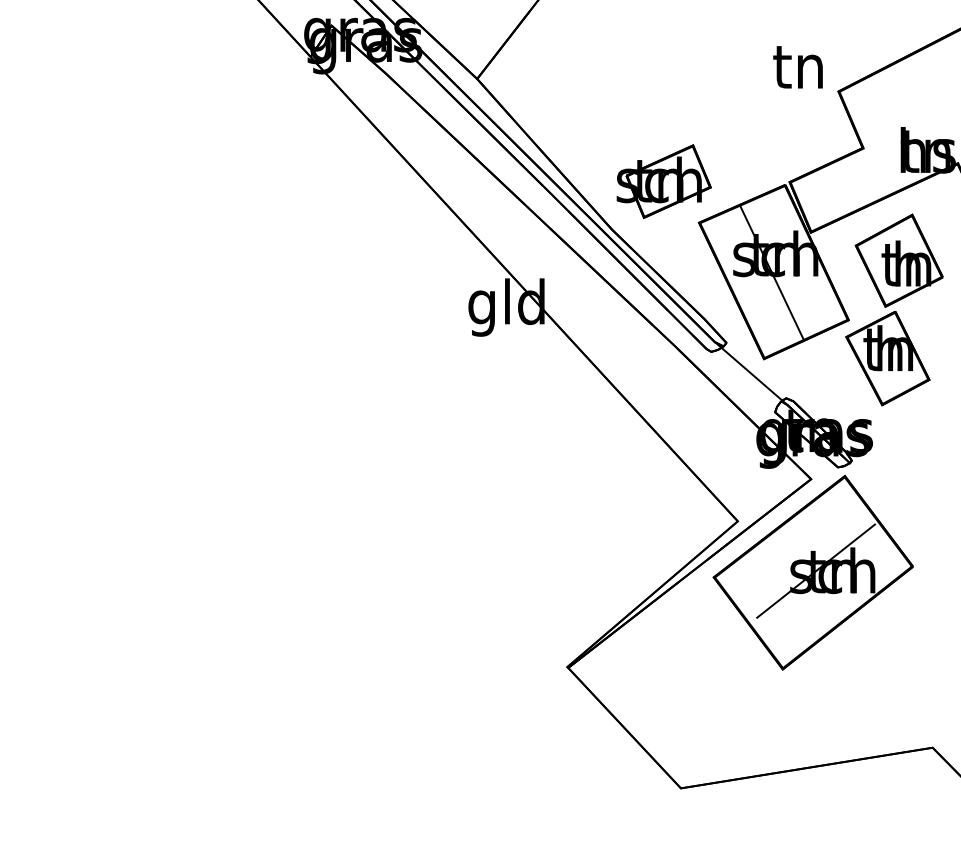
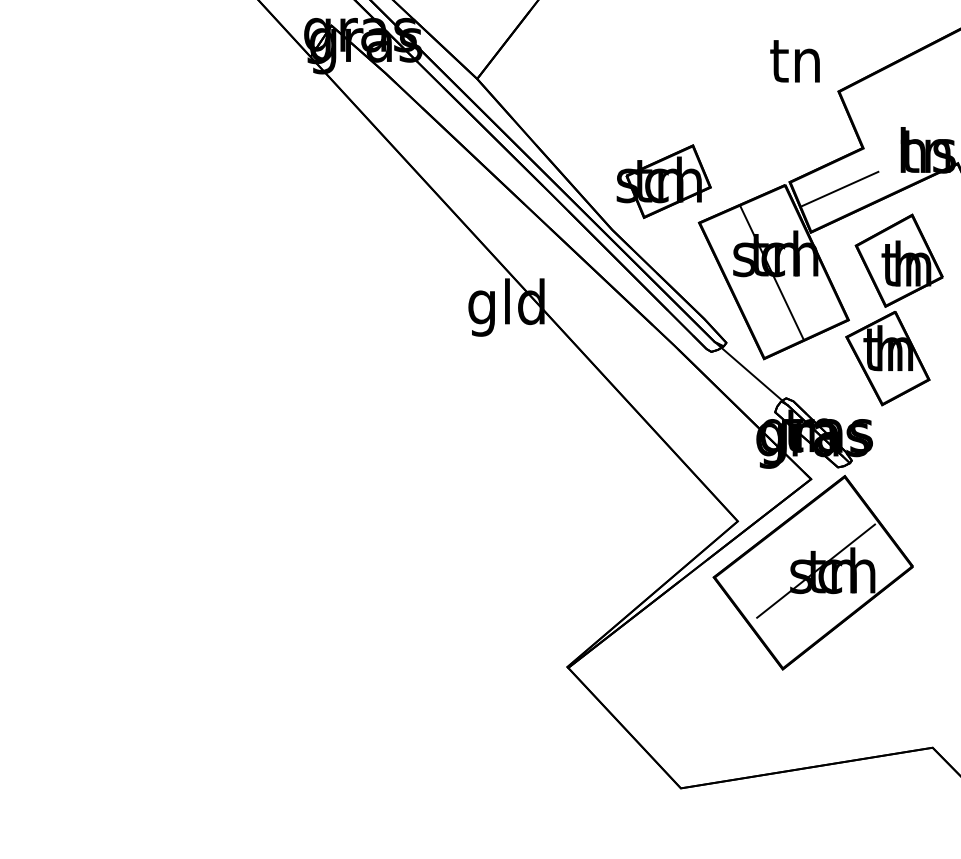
text at (797, 67) position: (797, 67) -> (794, 61)
line at (839, 188): none -> present
